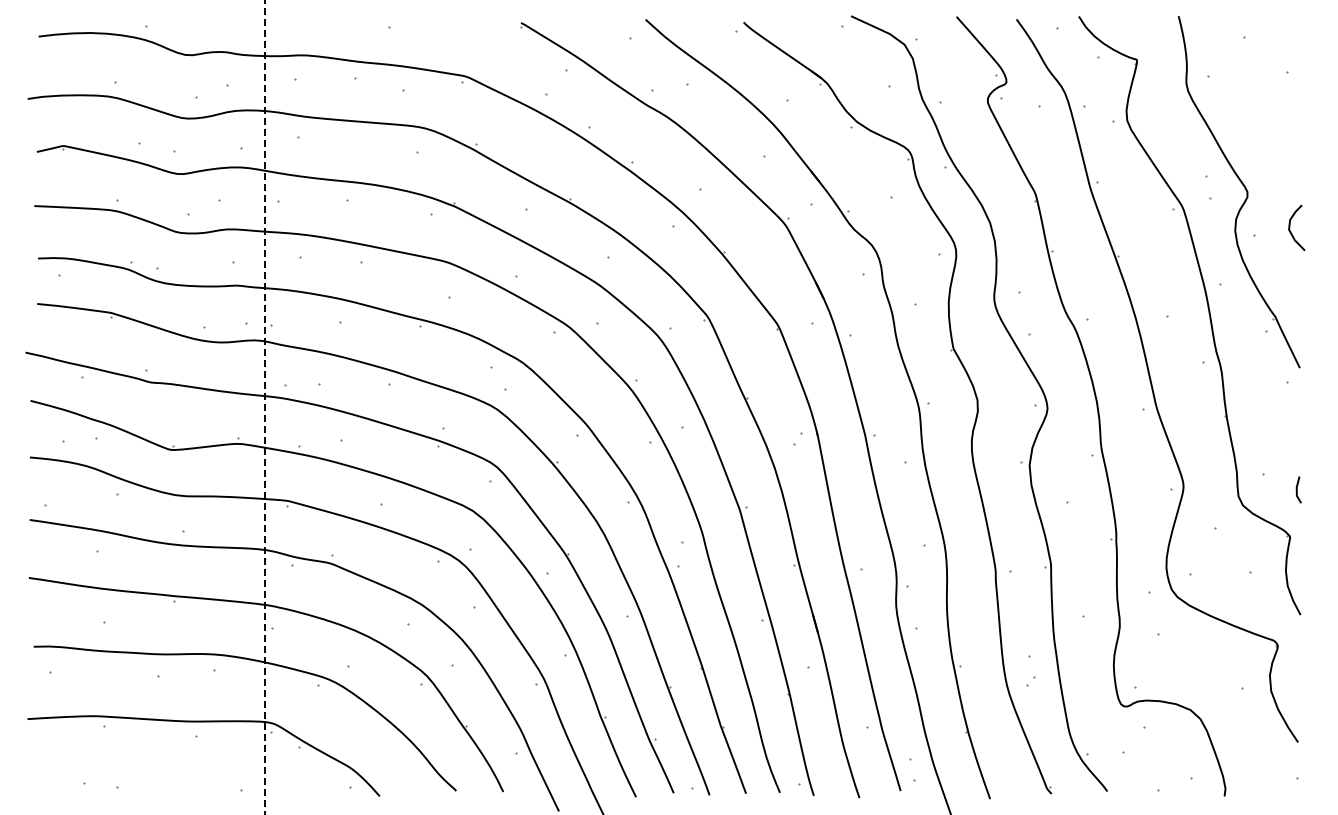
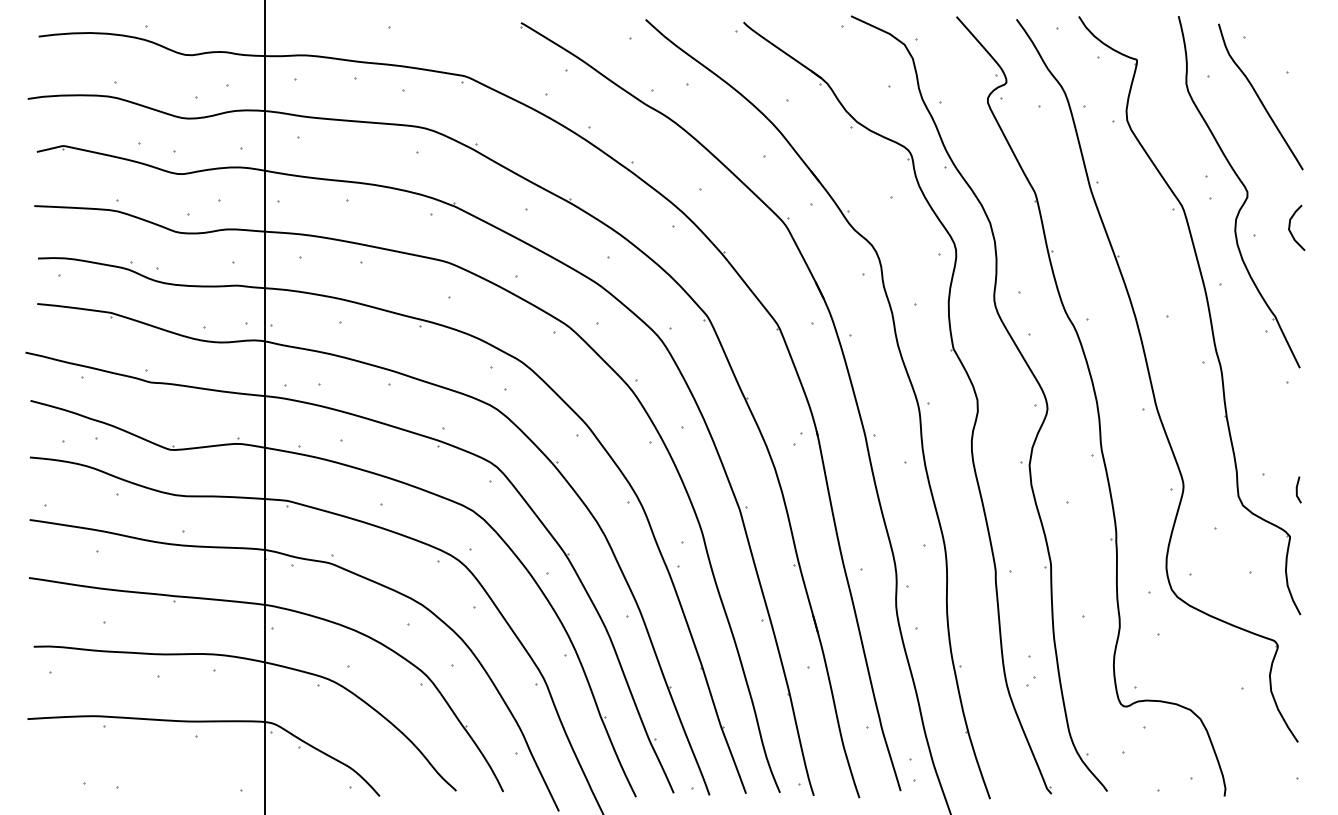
curve at (1259, 96): none -> present
line at (264, 406): dashed -> solid
